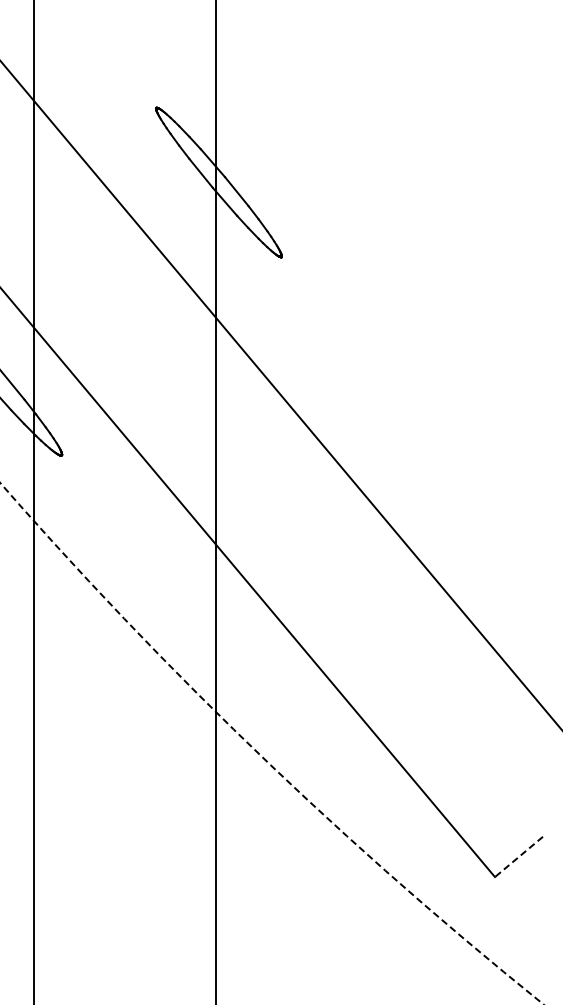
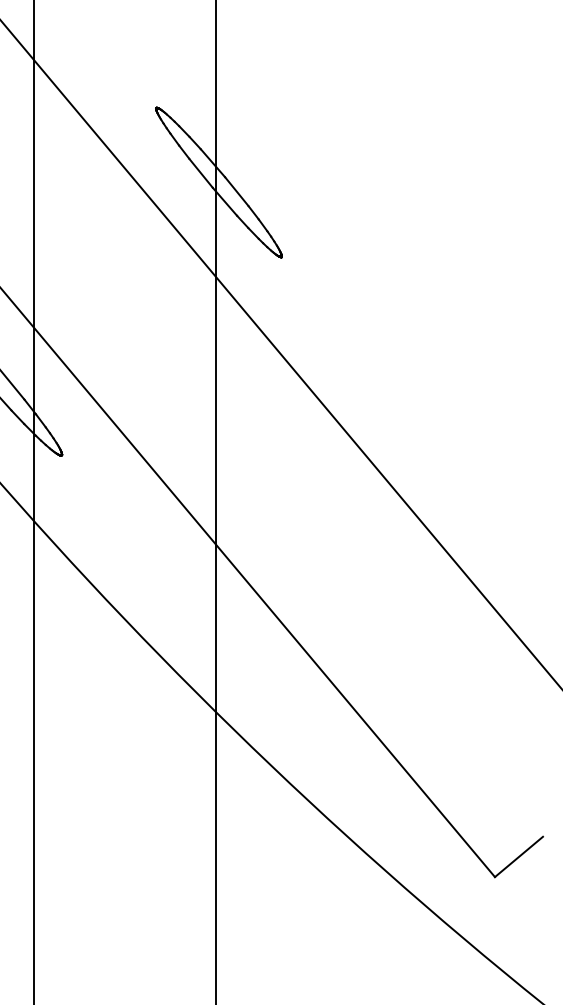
line at (280, 395) position: (280, 395) -> (280, 354)
circle at (272, 743): dashed -> solid
line at (518, 857): dashed -> solid
